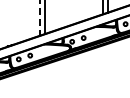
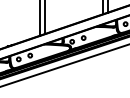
line at (40, 18): dashed -> solid
line at (64, 65): none -> present
